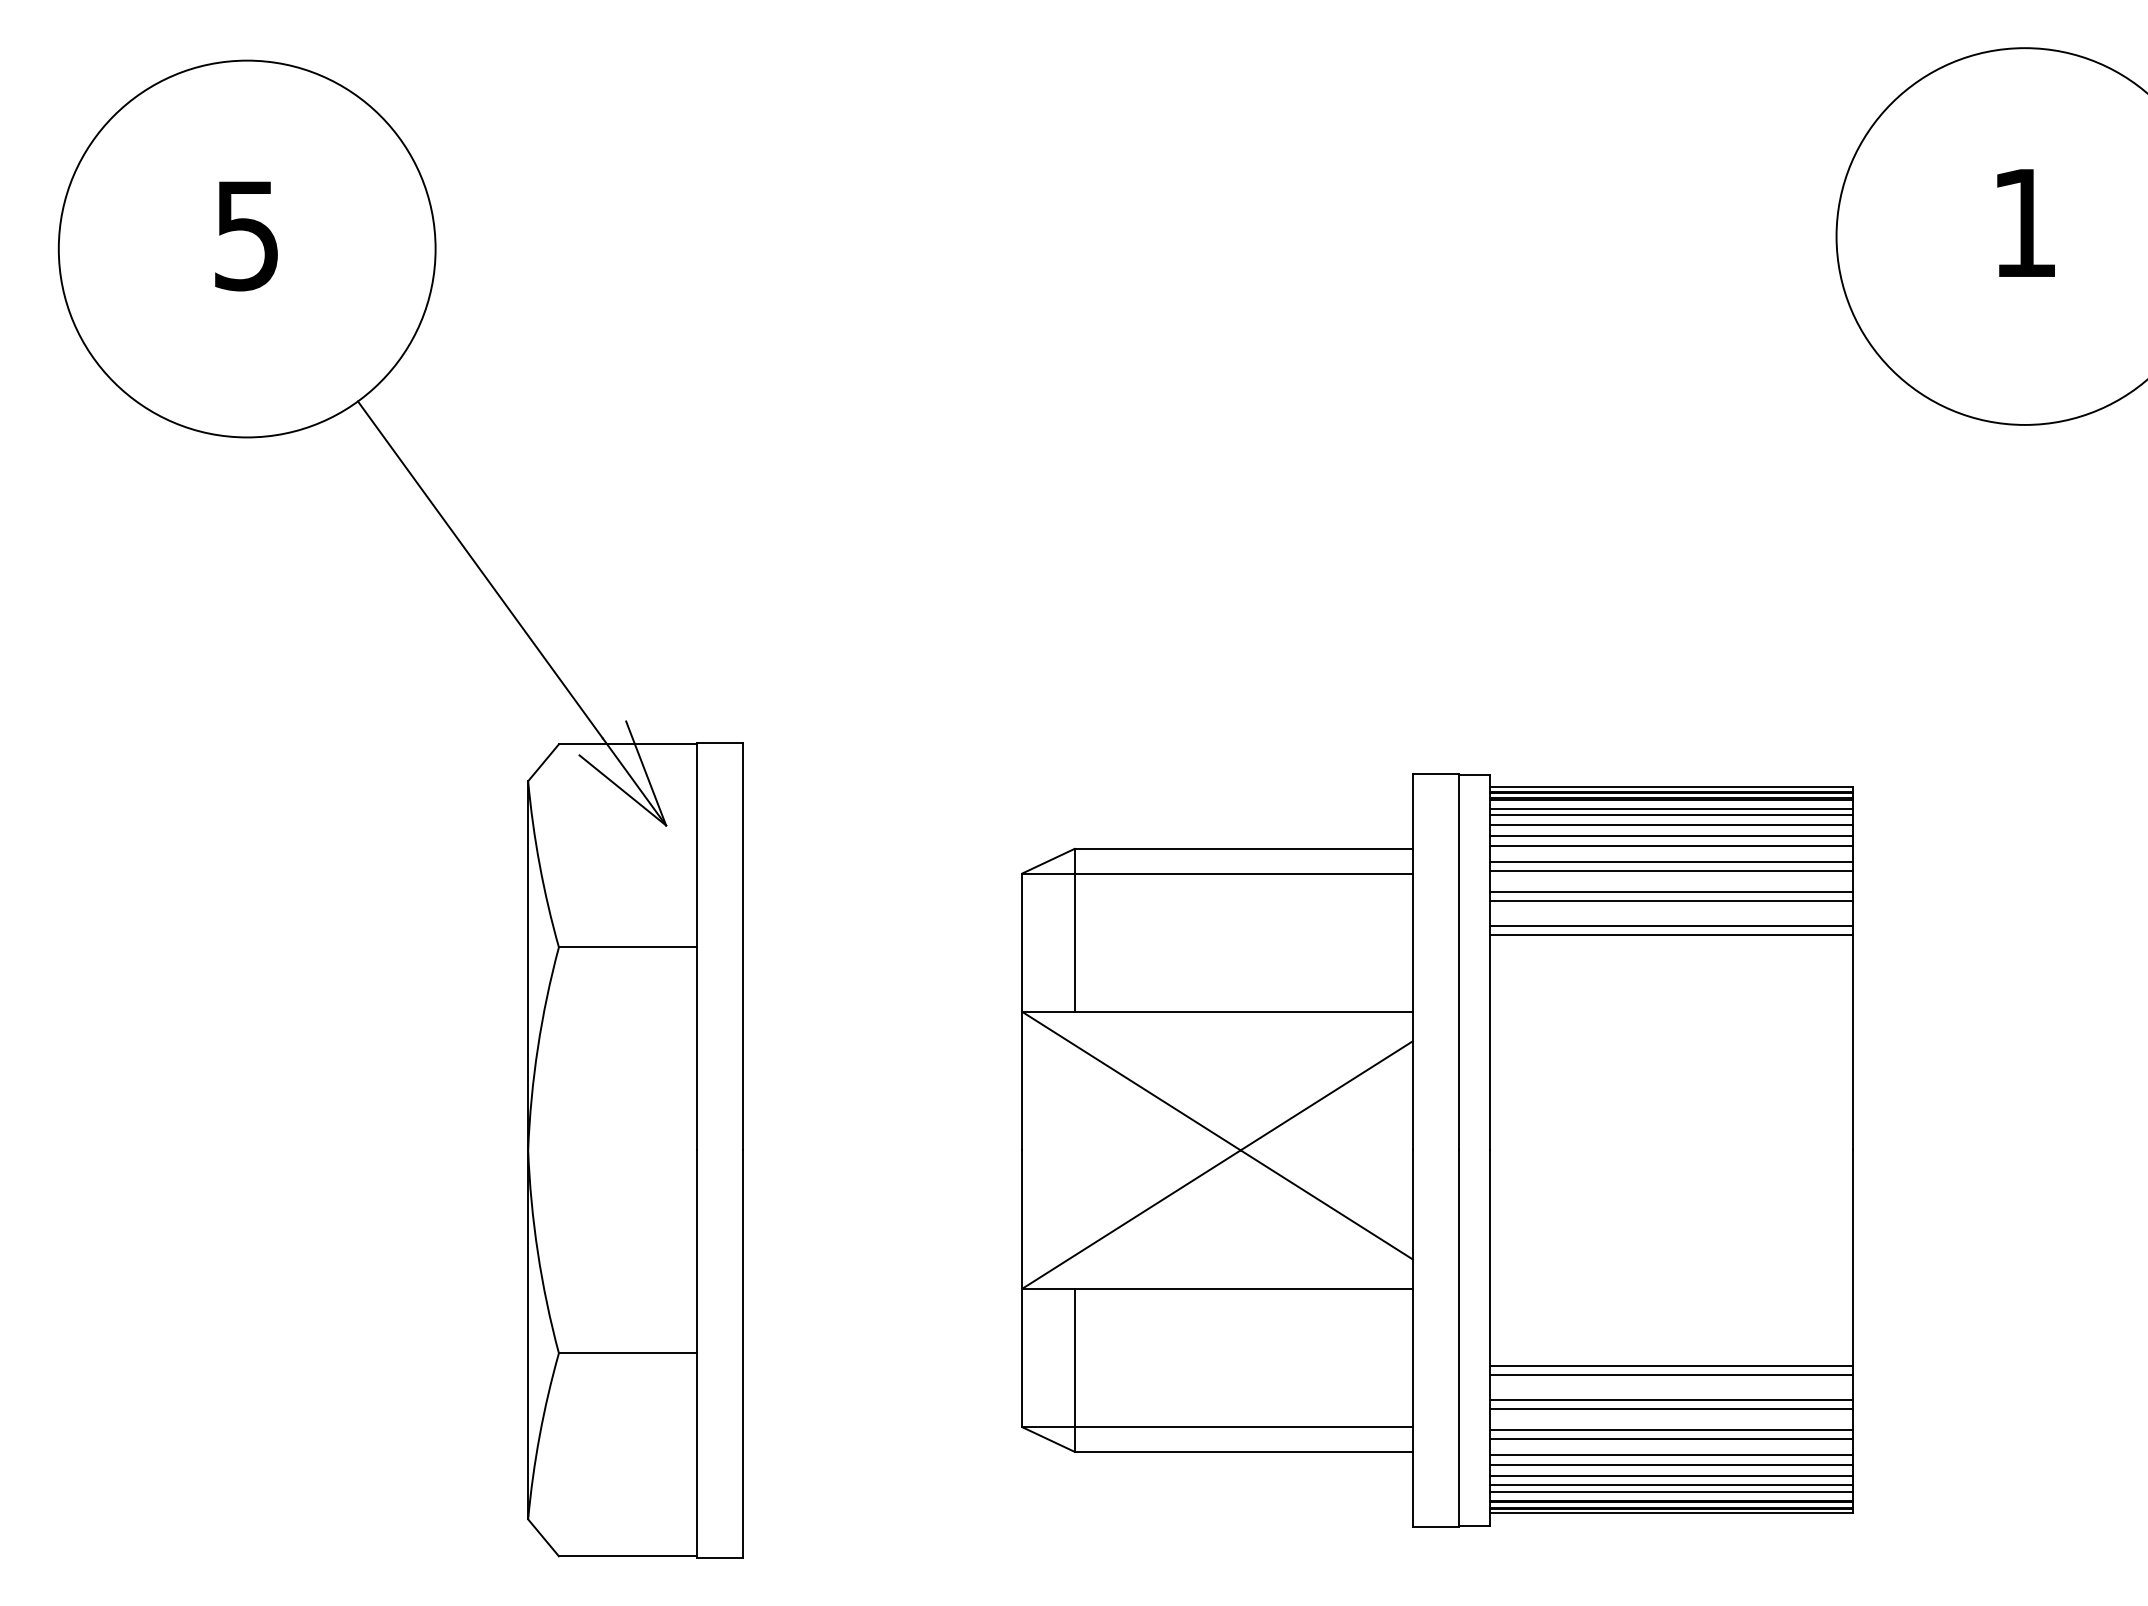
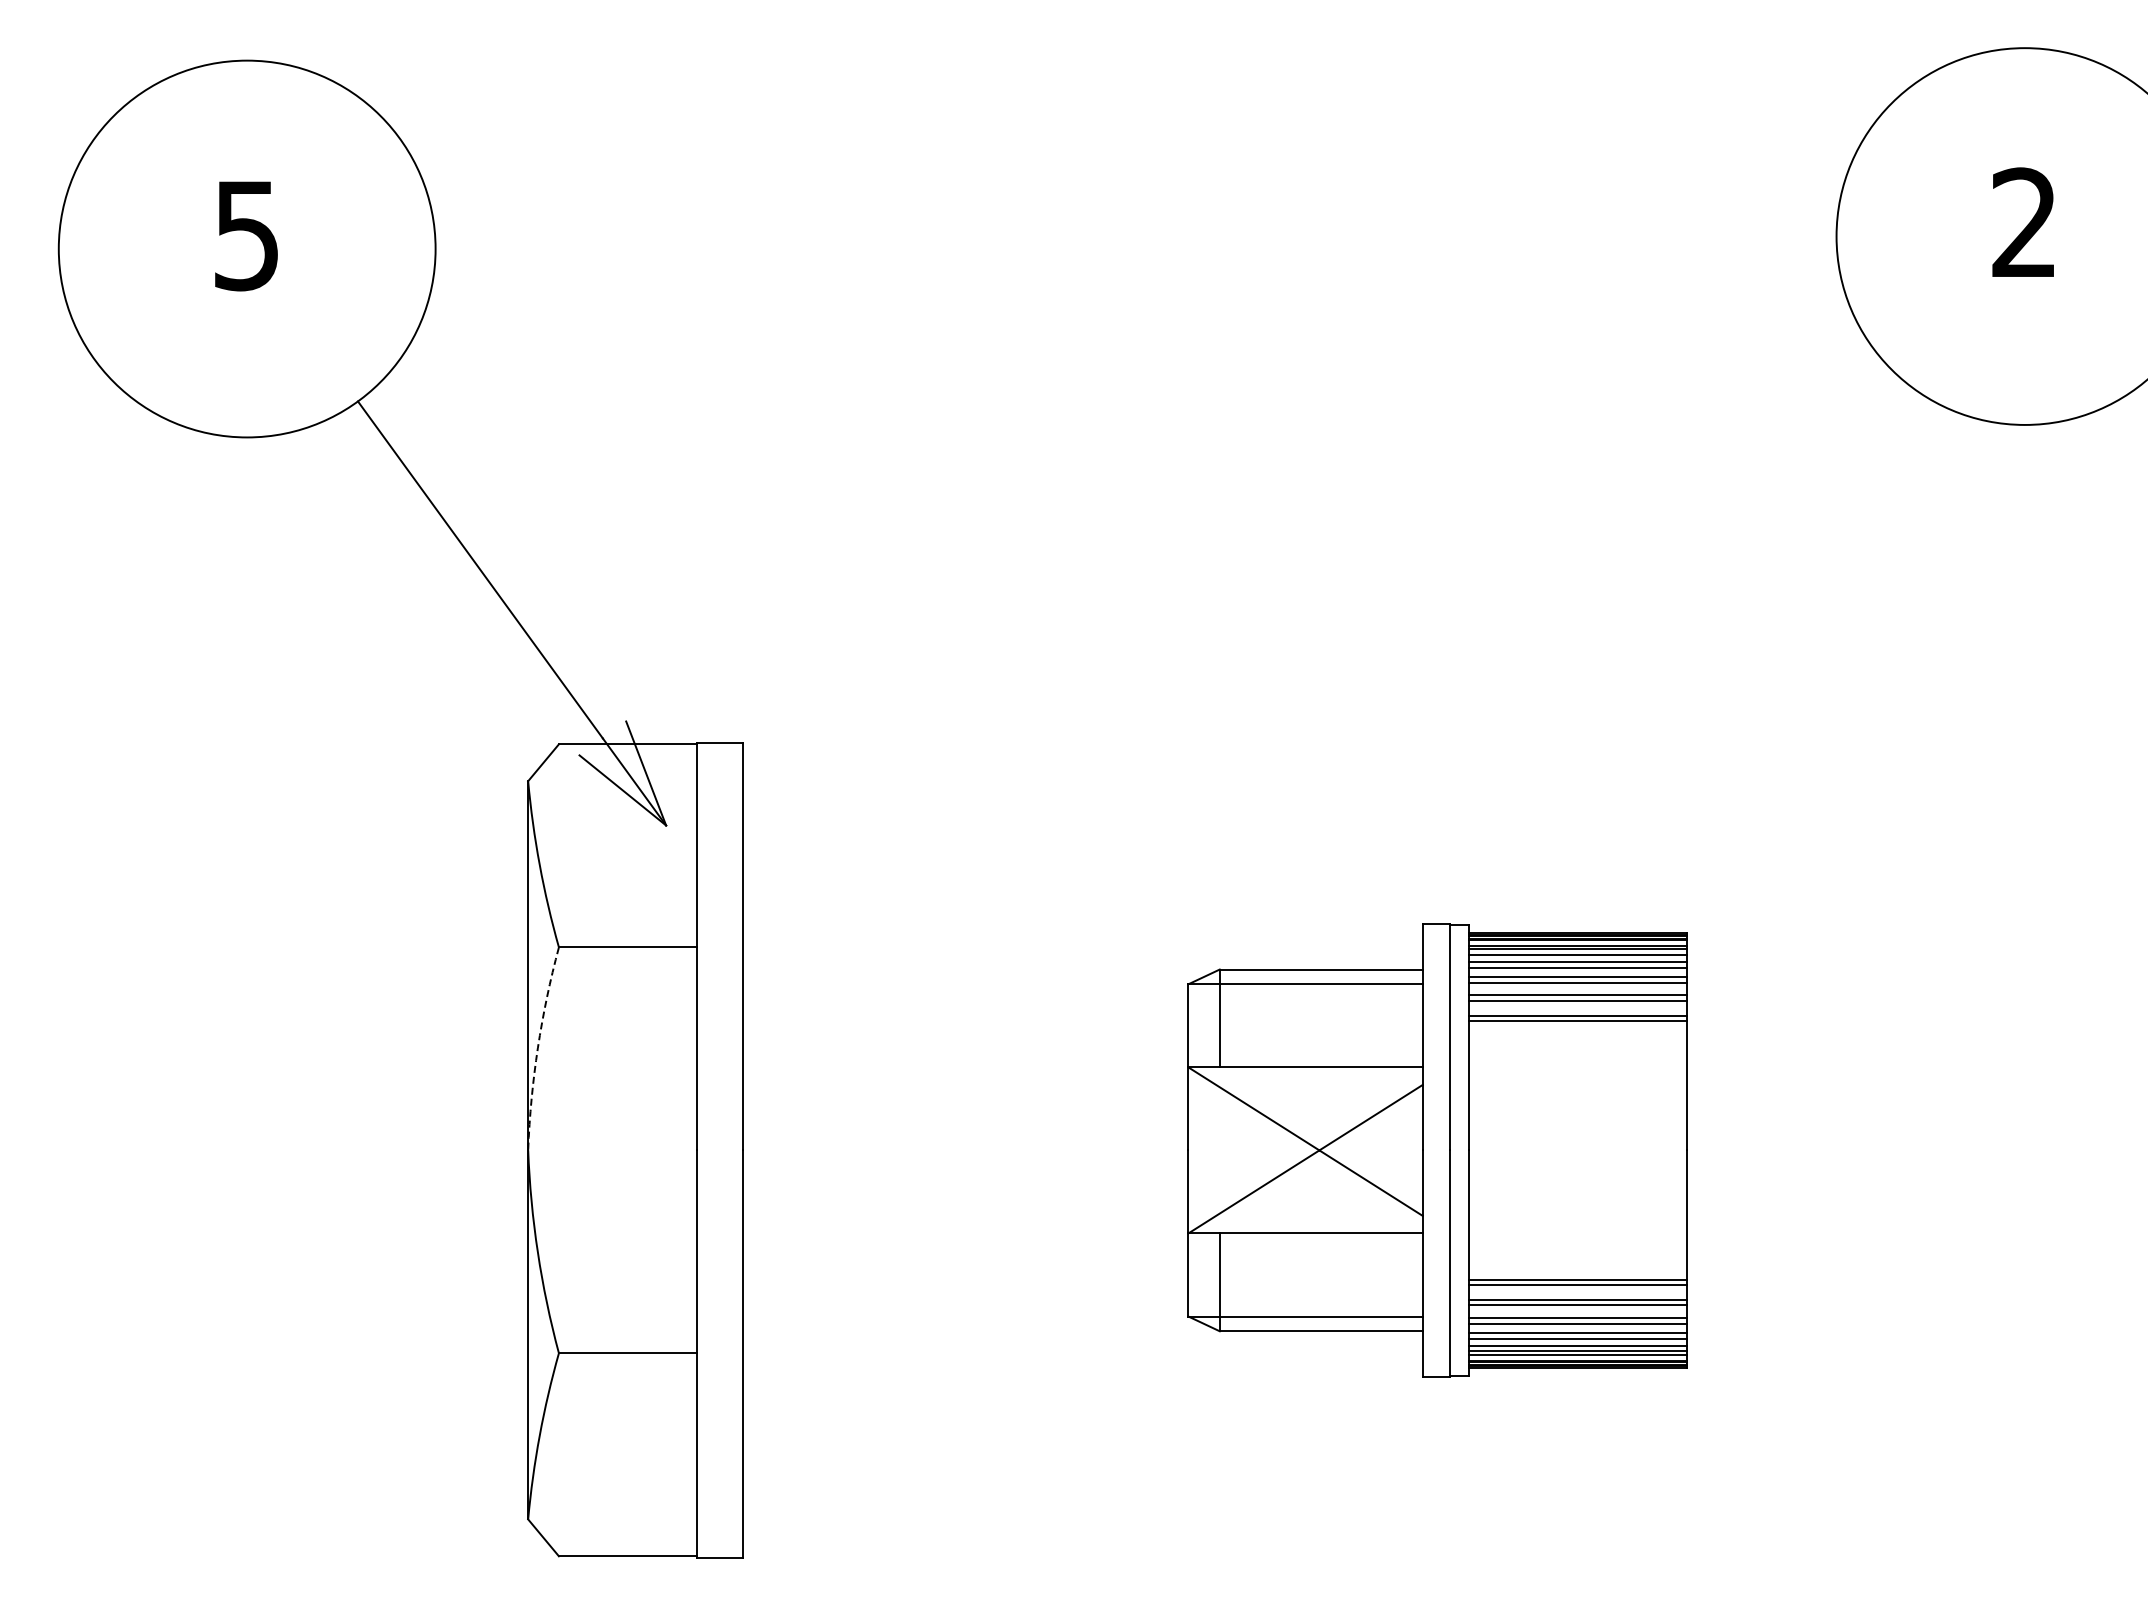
text at (2023, 221): 1 -> 2
arc at (537, 1047): solid -> dashed
part at (1437, 1150) size: 833x755 px -> 501x455 px
